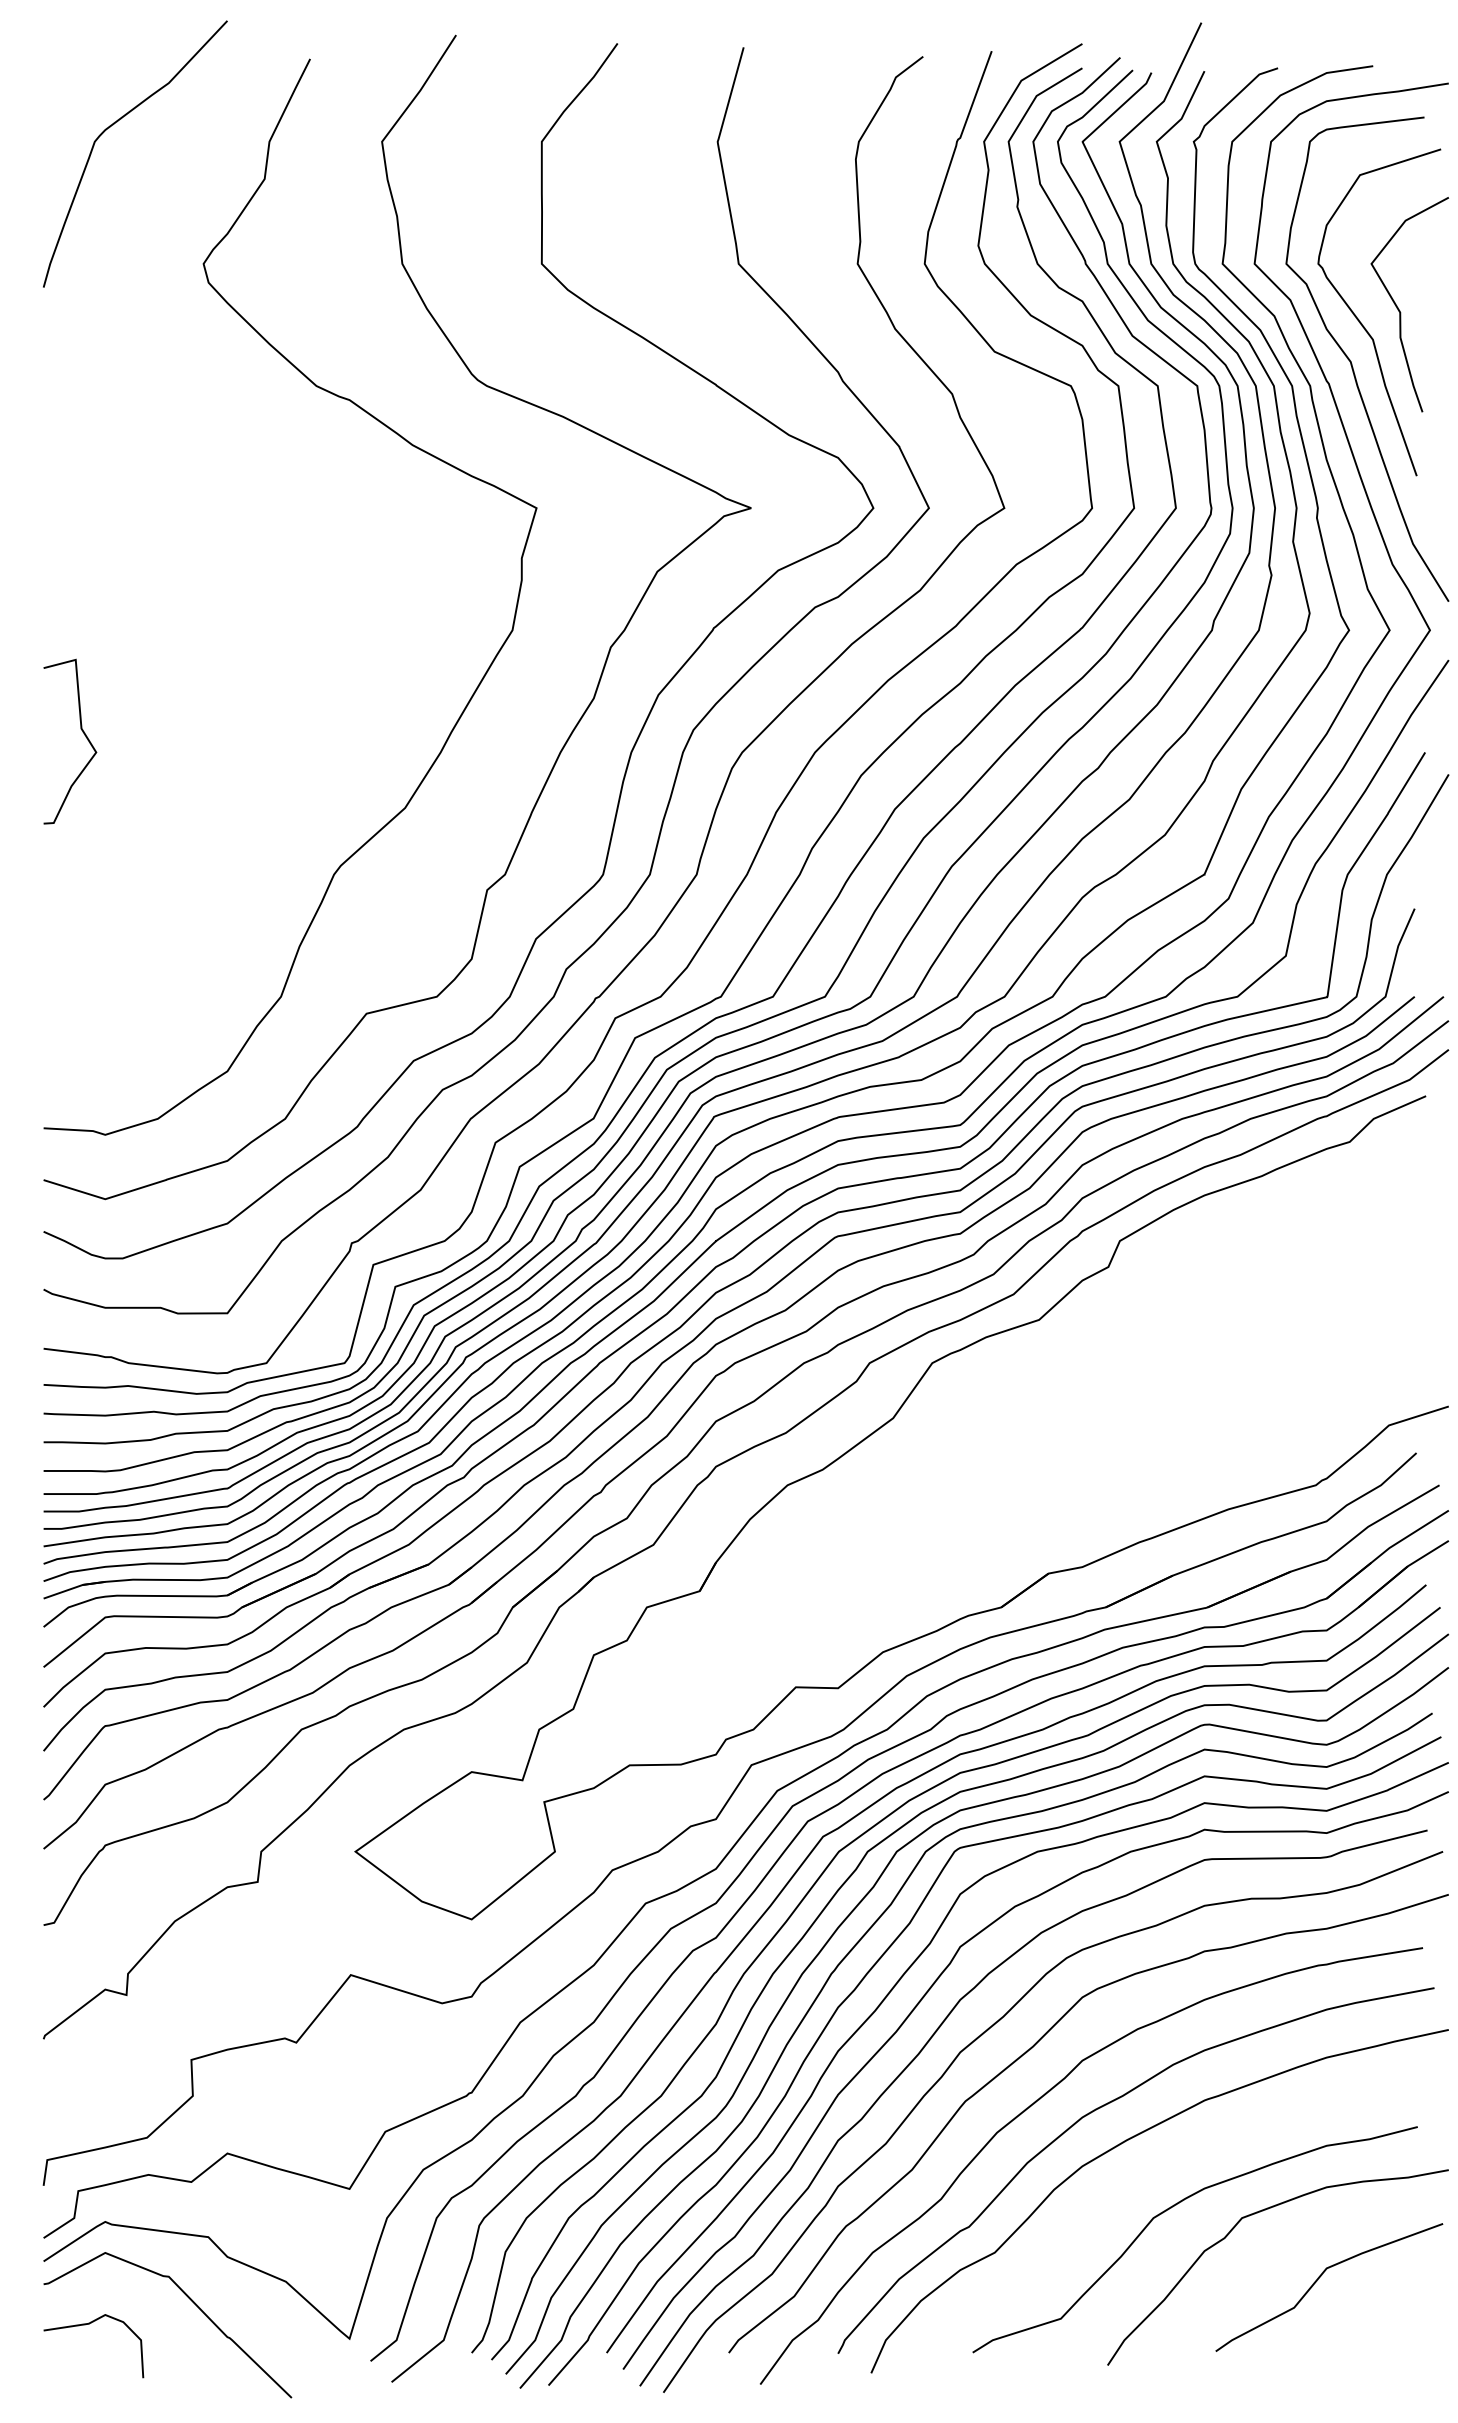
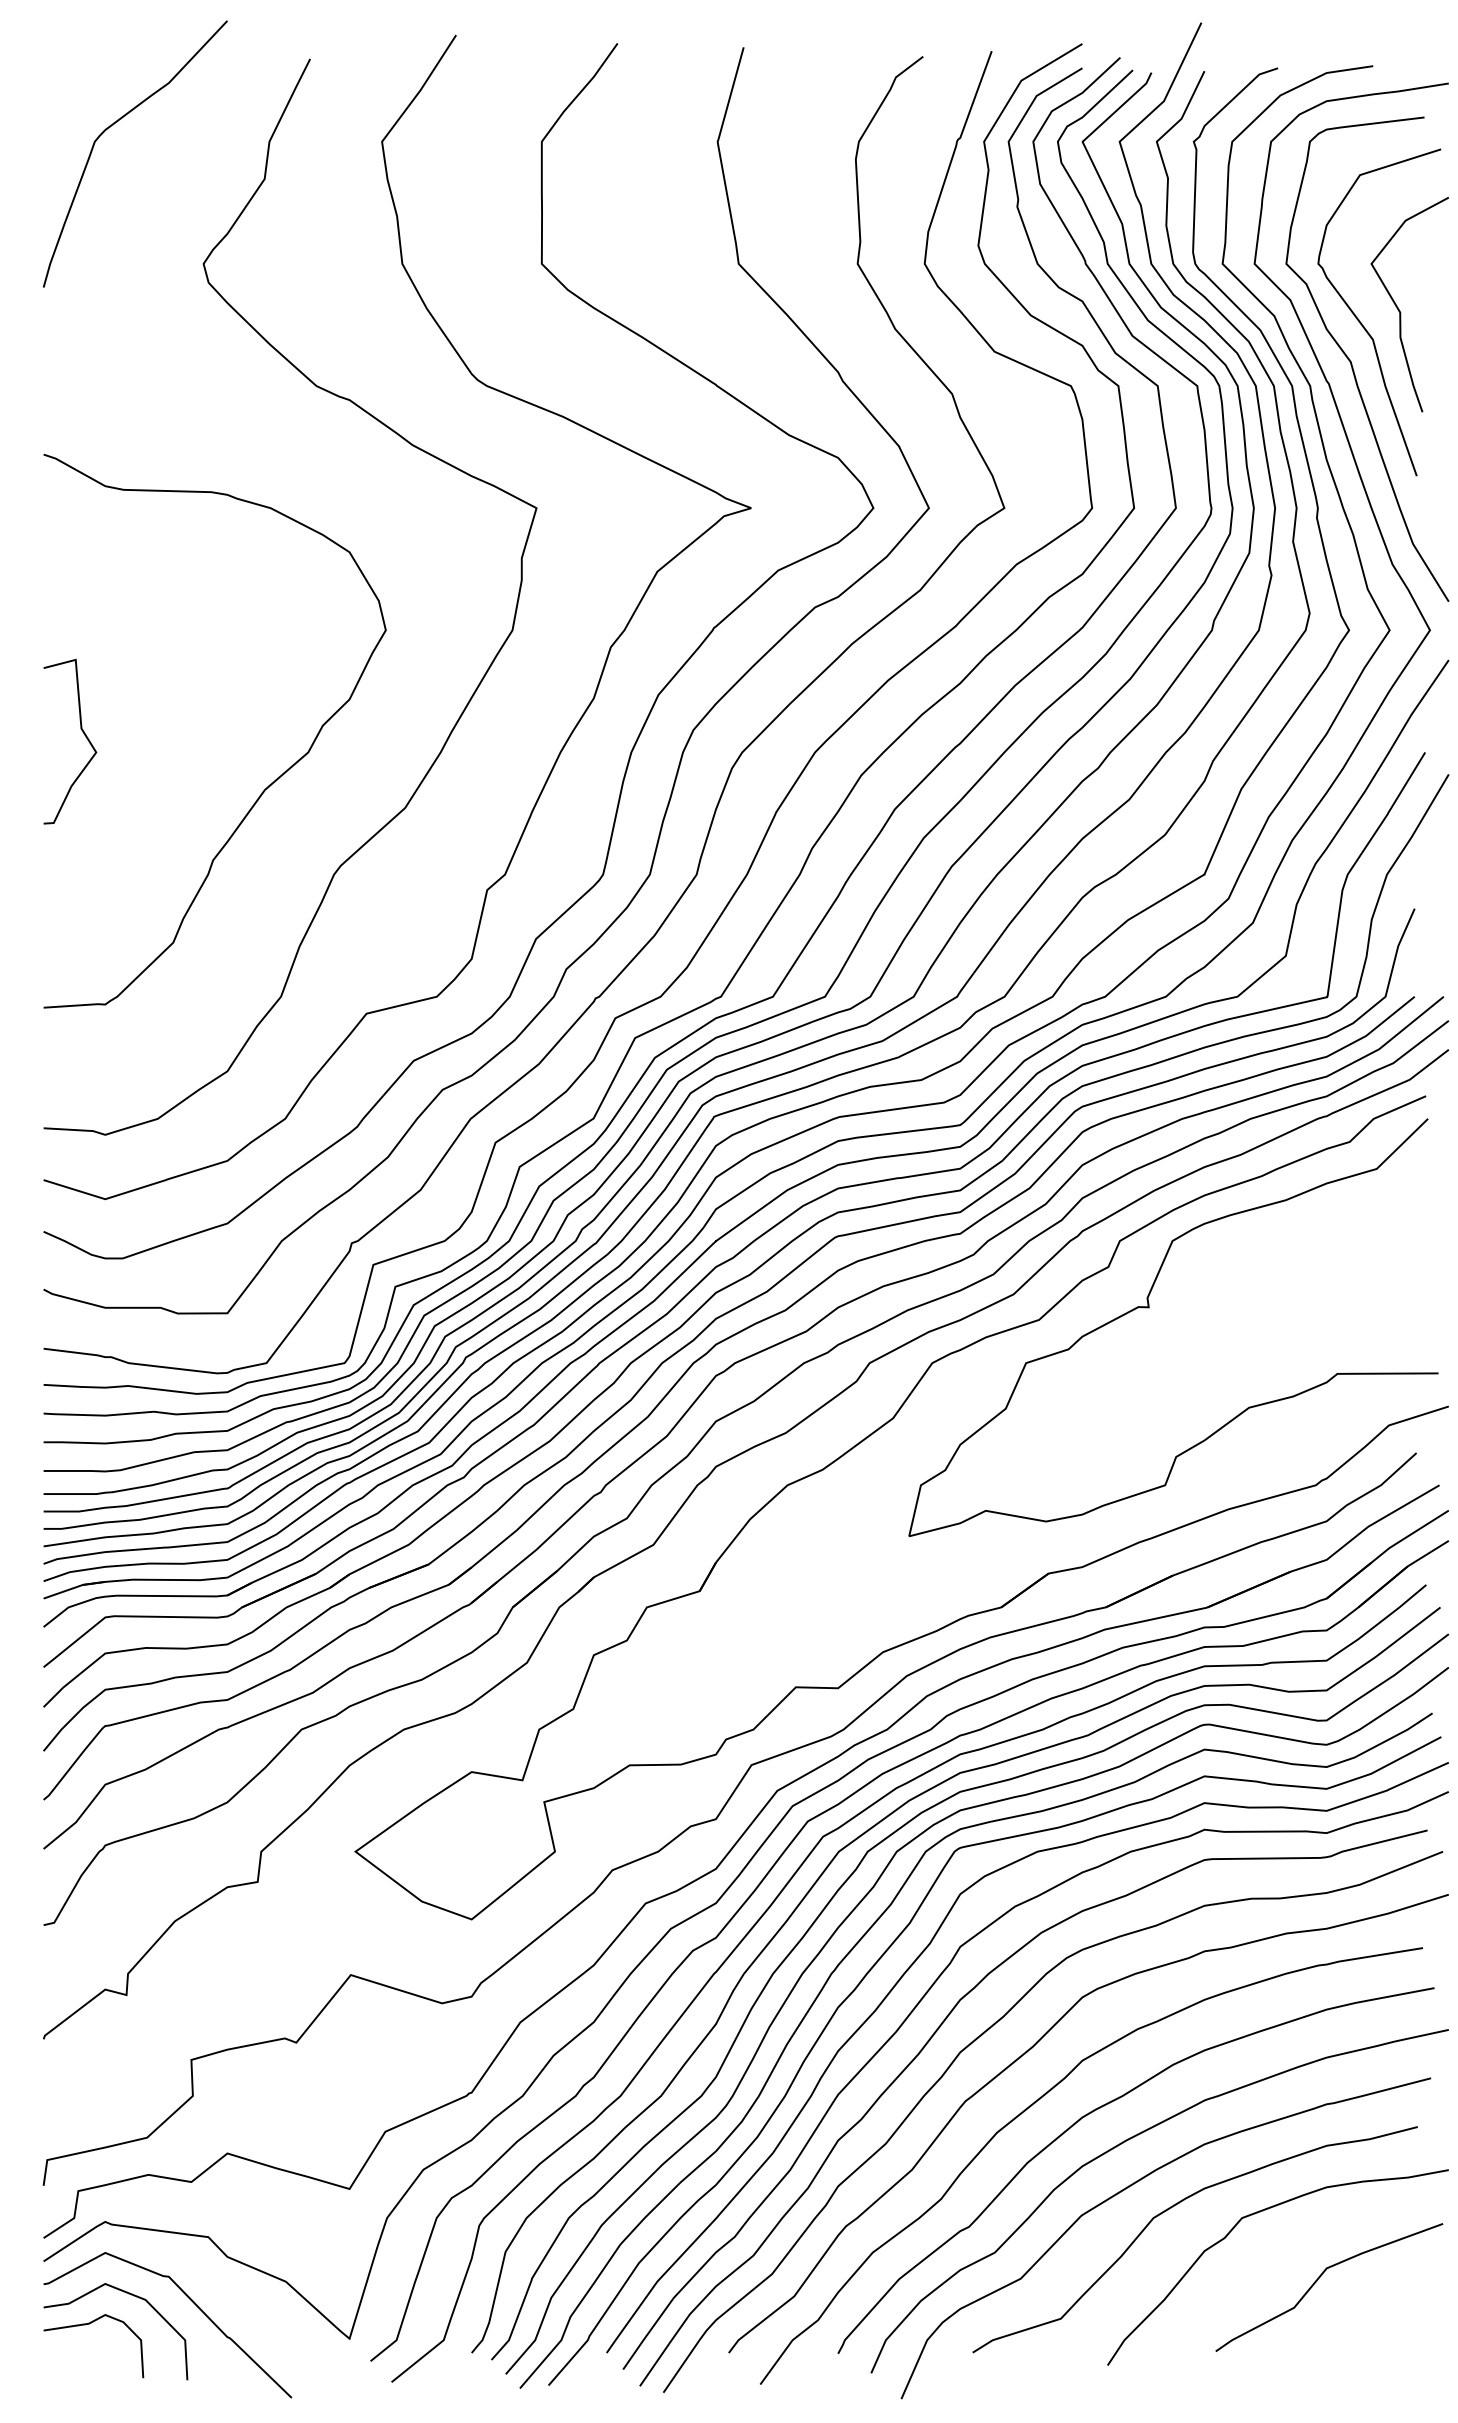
curve at (269, 784): none -> present
curve at (1149, 1308): none -> present
curve at (1131, 2186): none -> present
curve at (128, 2294): none -> present
